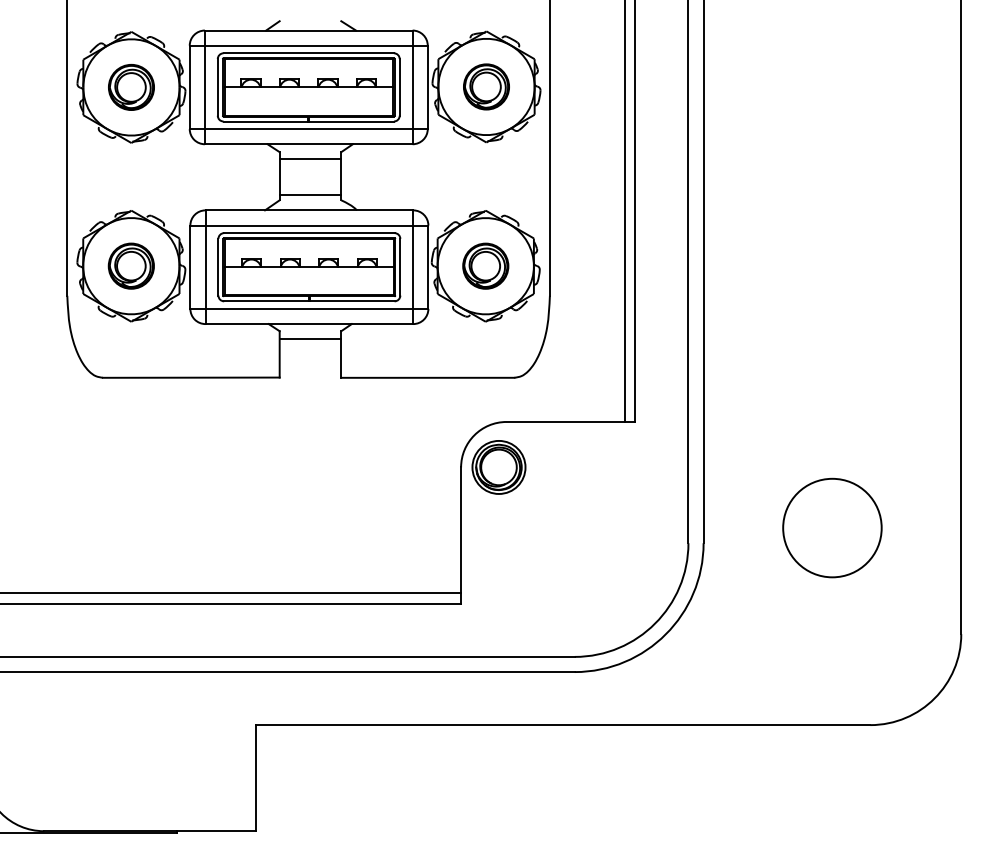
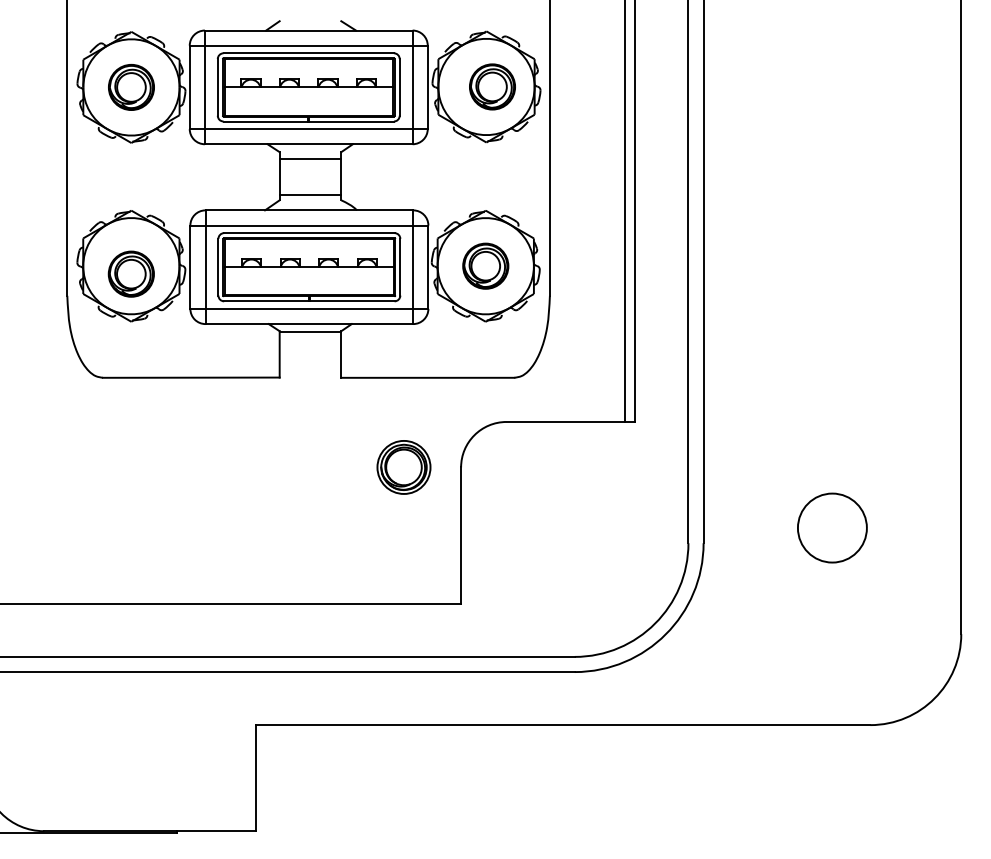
part at (486, 86) position: (486, 86) -> (492, 86)
part at (130, 265) position: (130, 265) -> (130, 273)
line at (310, 339) position: (310, 339) -> (310, 332)
part at (498, 467) position: (498, 467) -> (403, 467)
circle at (832, 527) diameter: 99 px -> 69 px
line at (231, 592): present -> none
